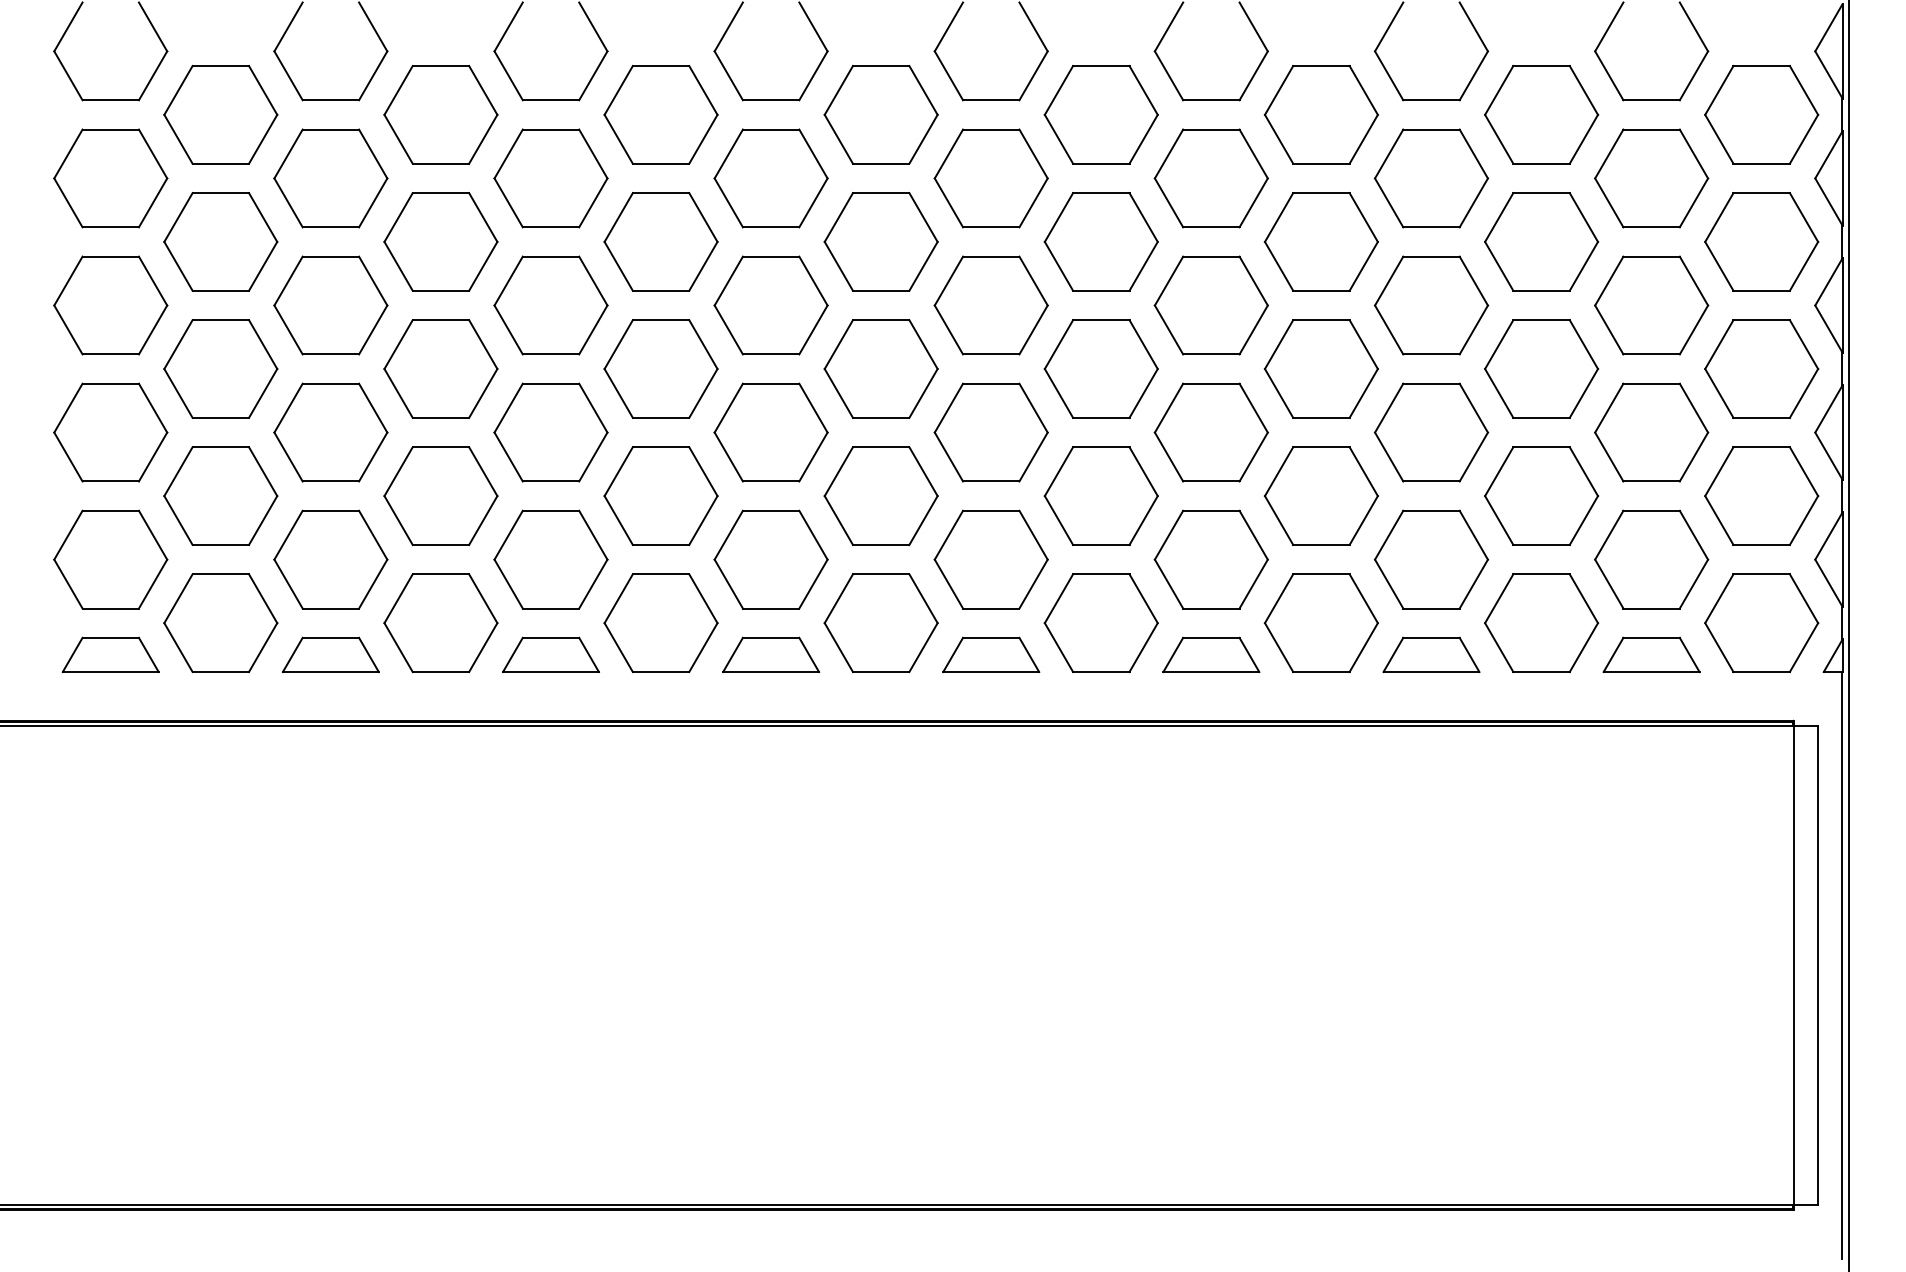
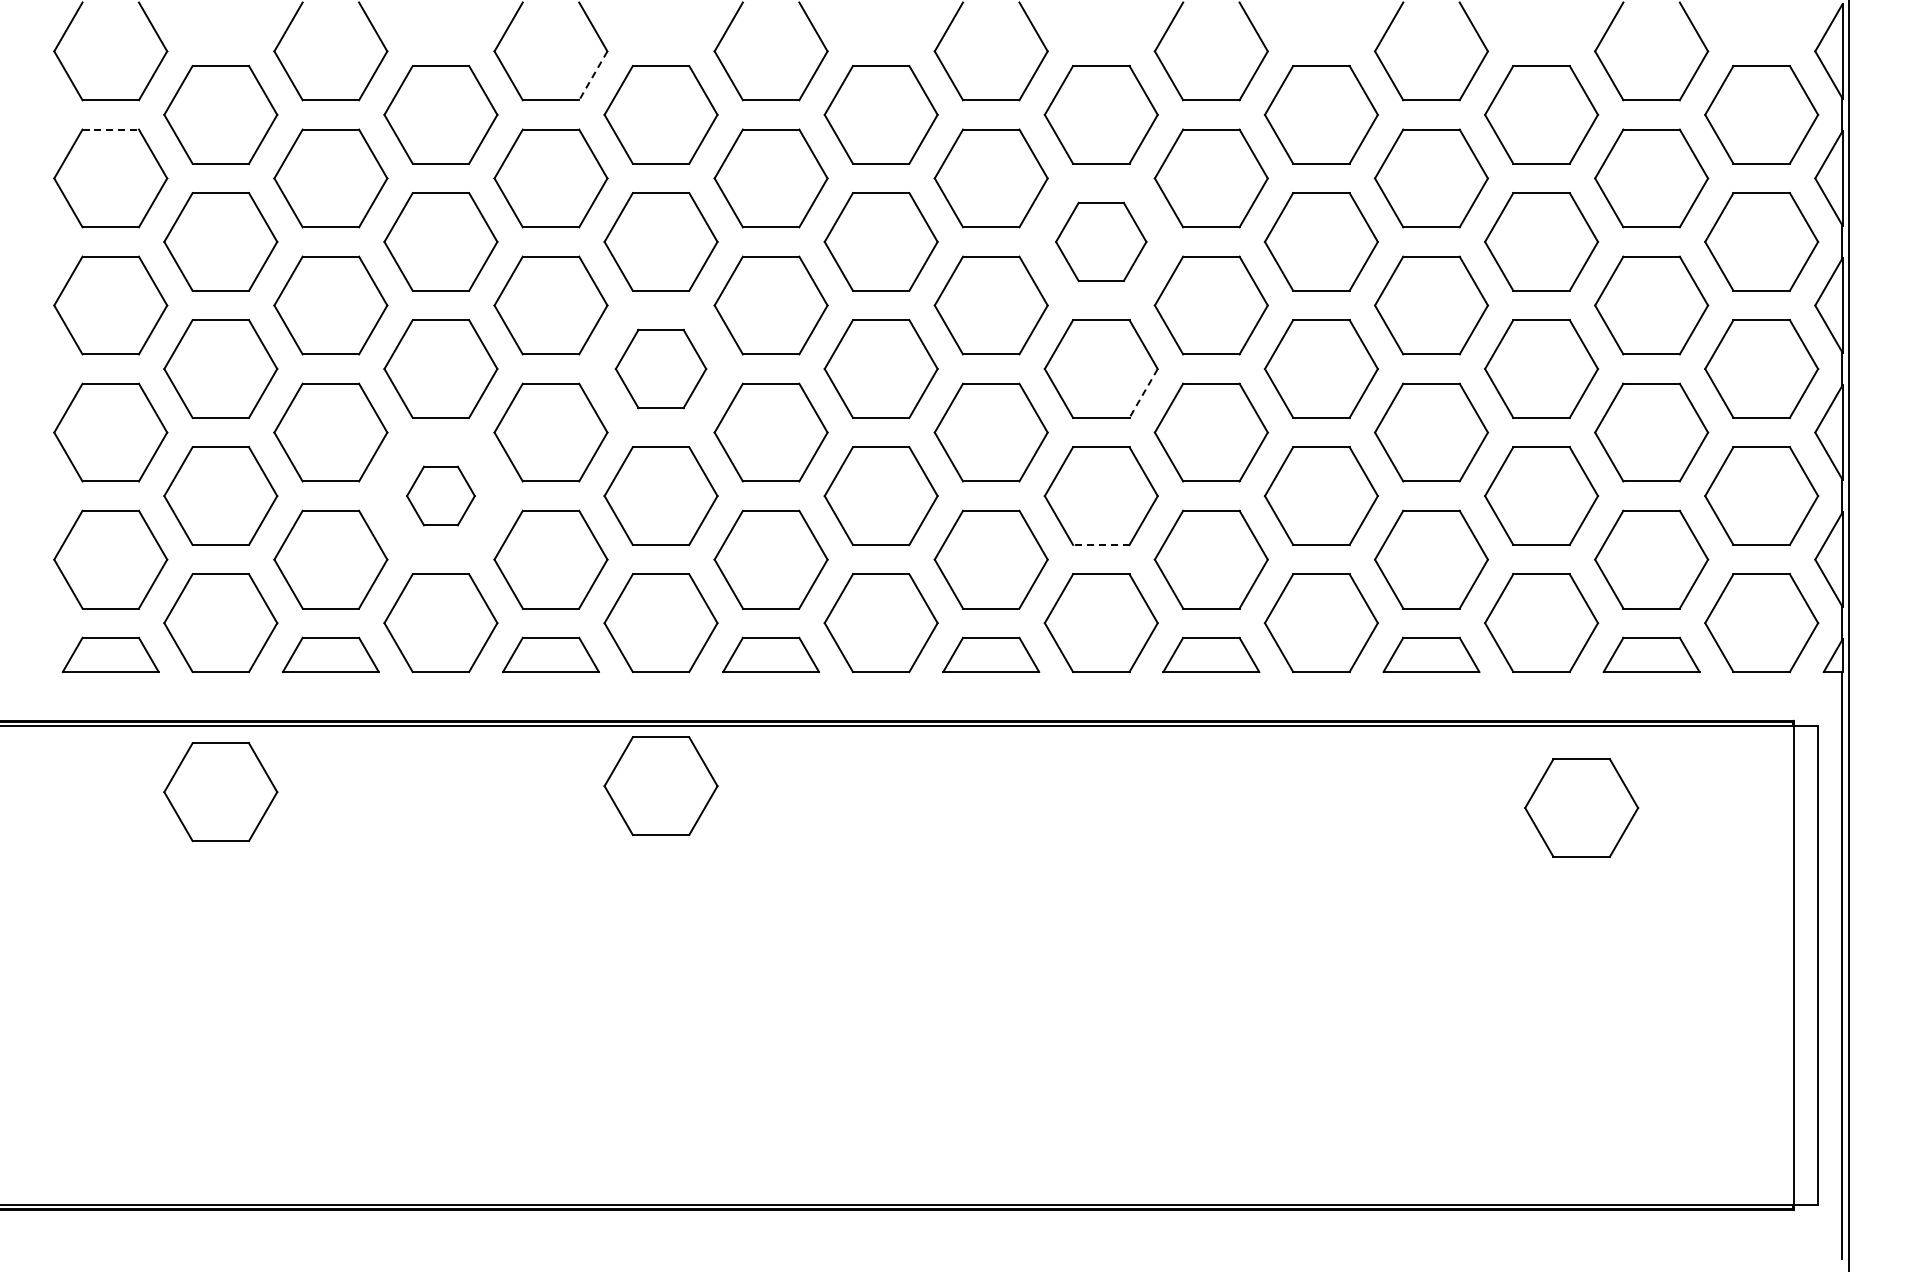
line at (593, 76): solid -> dashed
line at (111, 129): solid -> dashed
part at (1100, 241) size: 116x100 px -> 93x82 px
part at (660, 368) size: 116x100 px -> 94x82 px
line at (1143, 393): solid -> dashed
part at (440, 495) size: 116x100 px -> 70x62 px
line at (1100, 544): solid -> dashed
part at (660, 786): none -> present
part at (220, 792): none -> present
part at (1581, 807): none -> present
